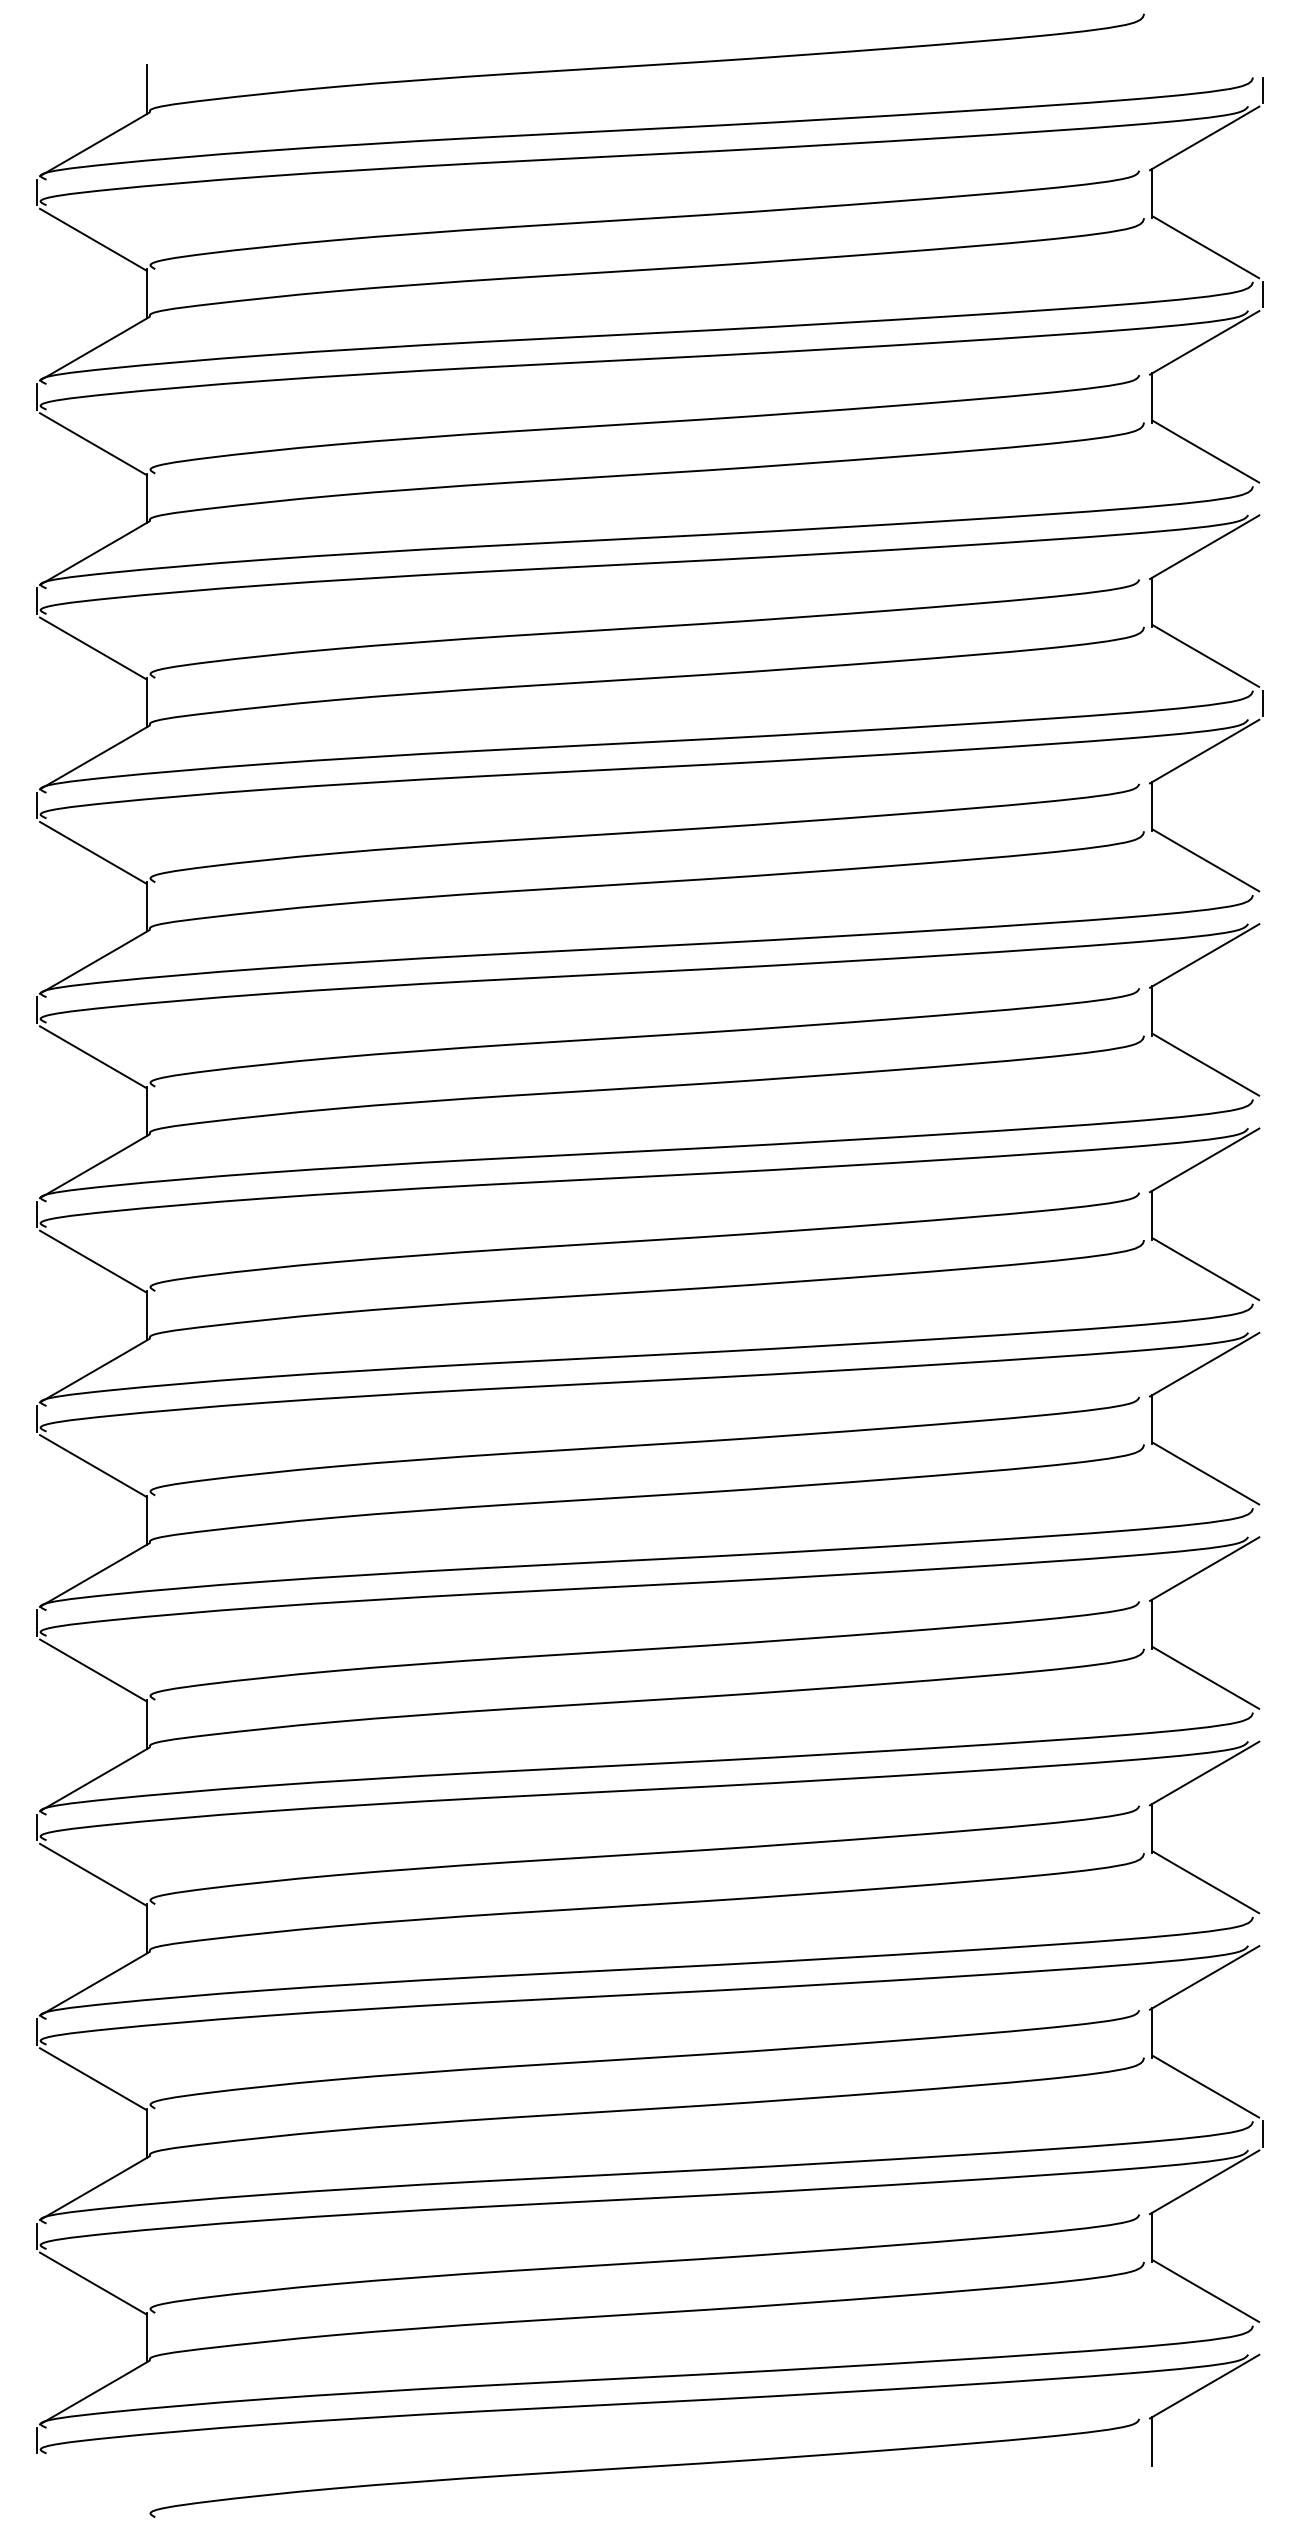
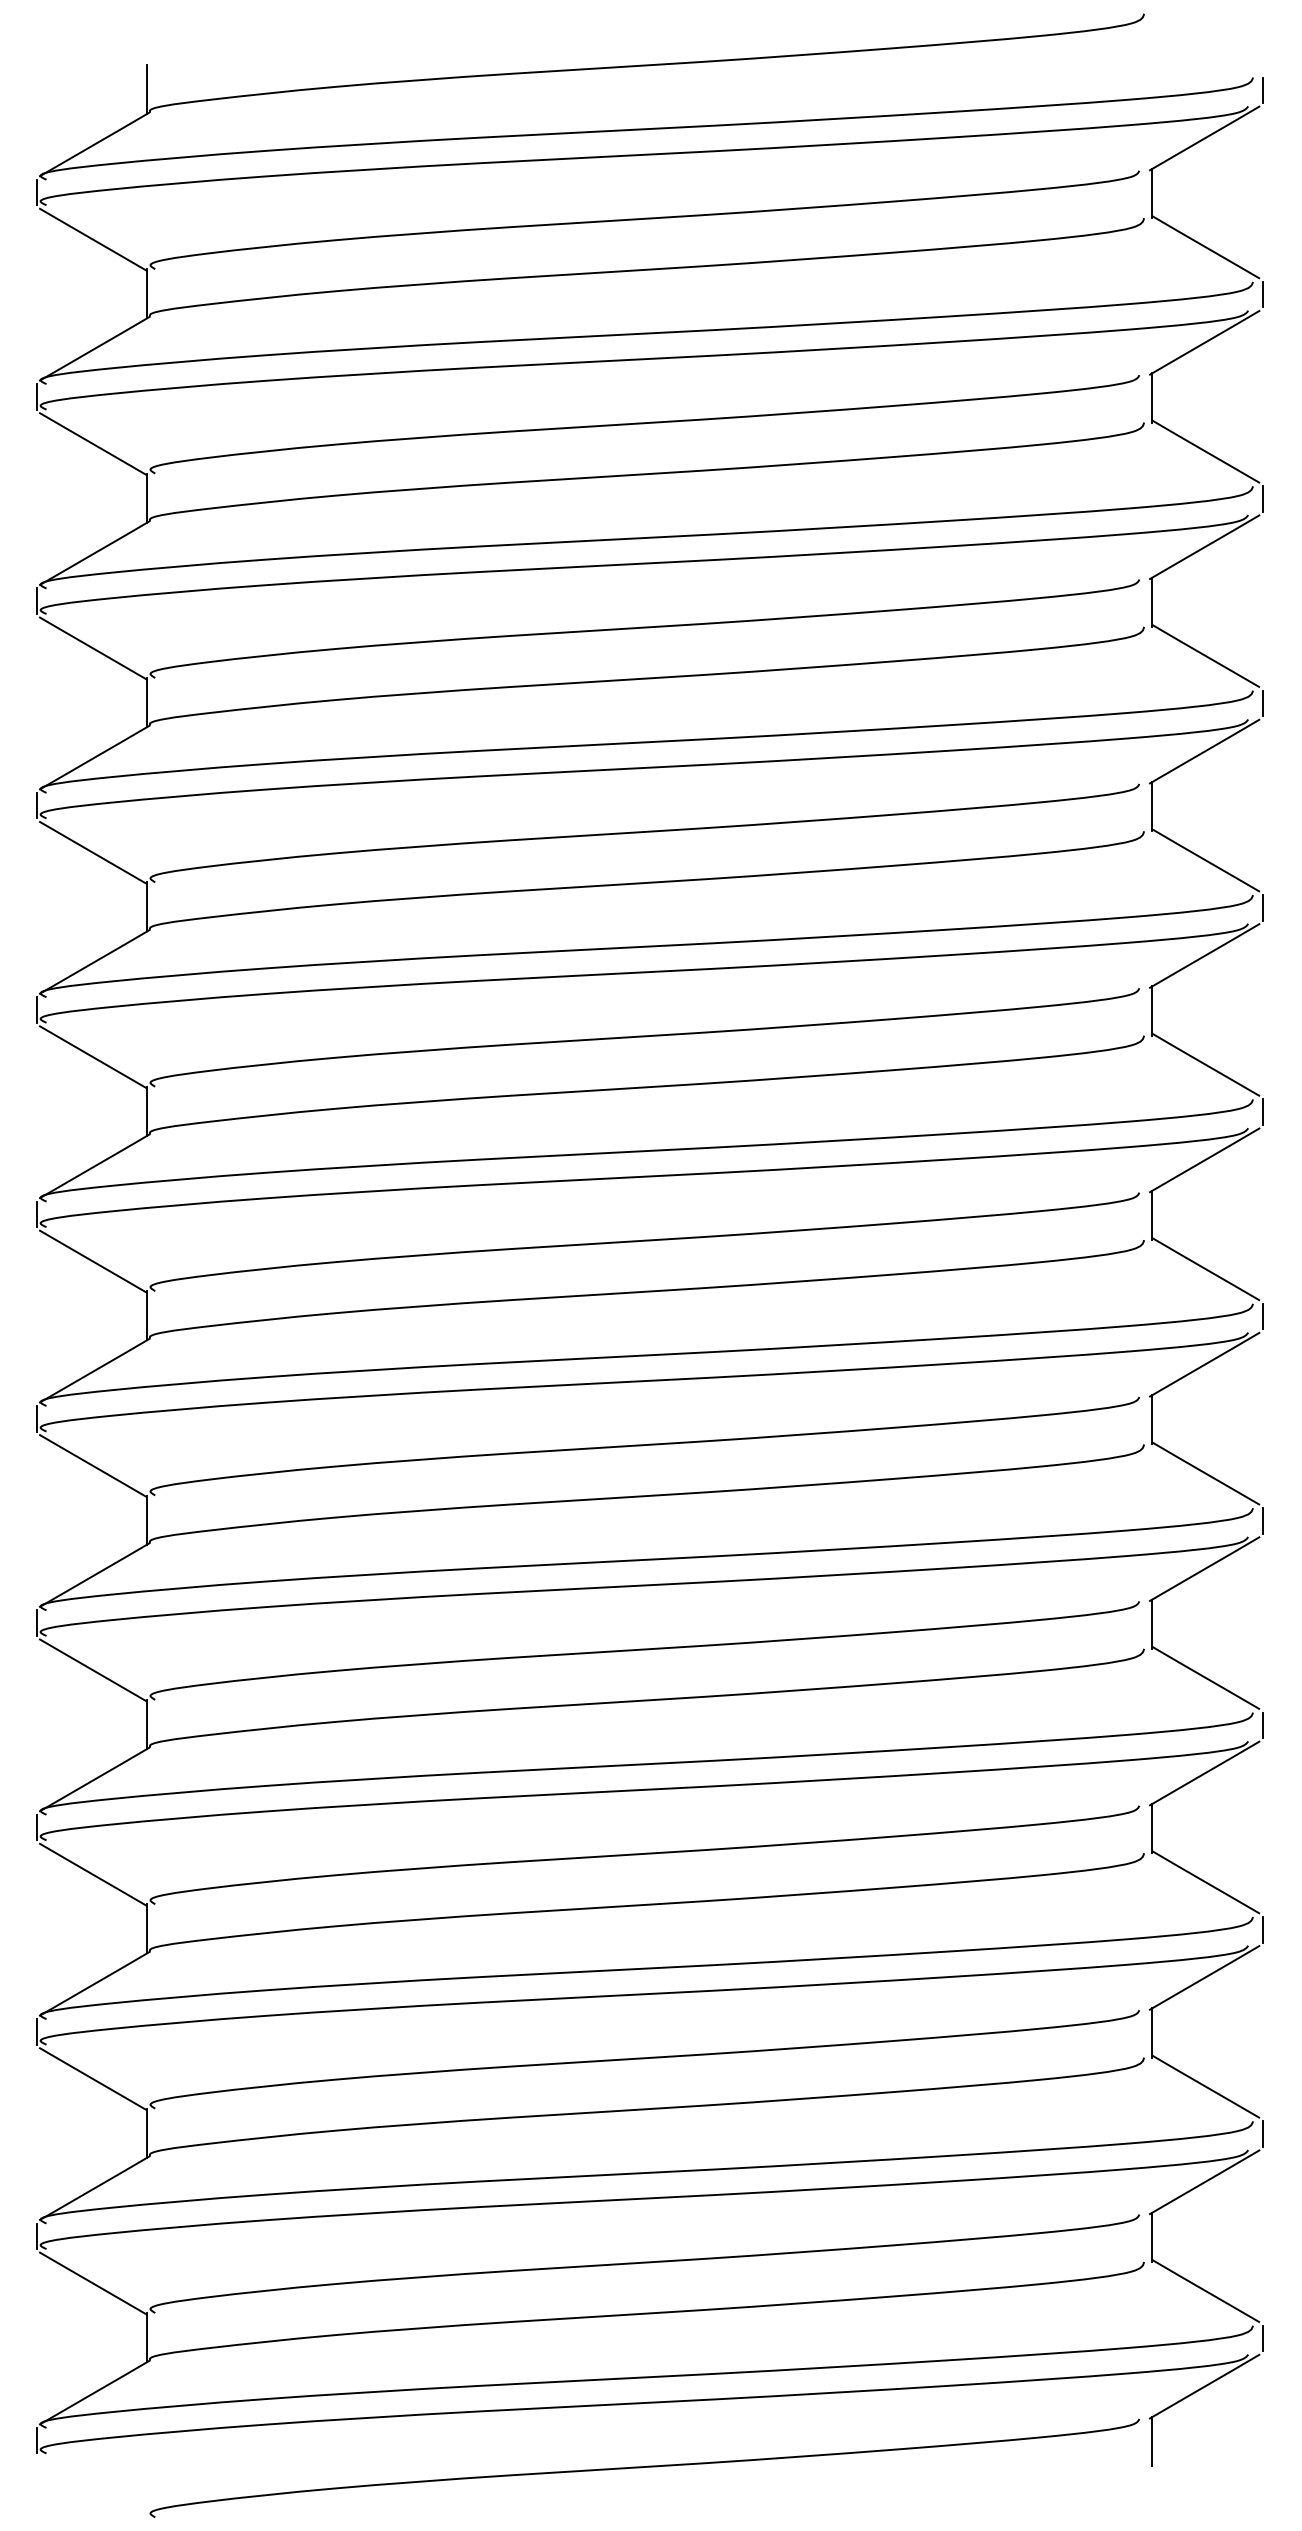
line at (1262, 498): none -> present
line at (1262, 907): none -> present
line at (1262, 1111): none -> present
line at (1262, 1316): none -> present
line at (1262, 1520): none -> present
line at (1262, 1725): none -> present
line at (1262, 1929): none -> present
line at (1262, 2338): none -> present
